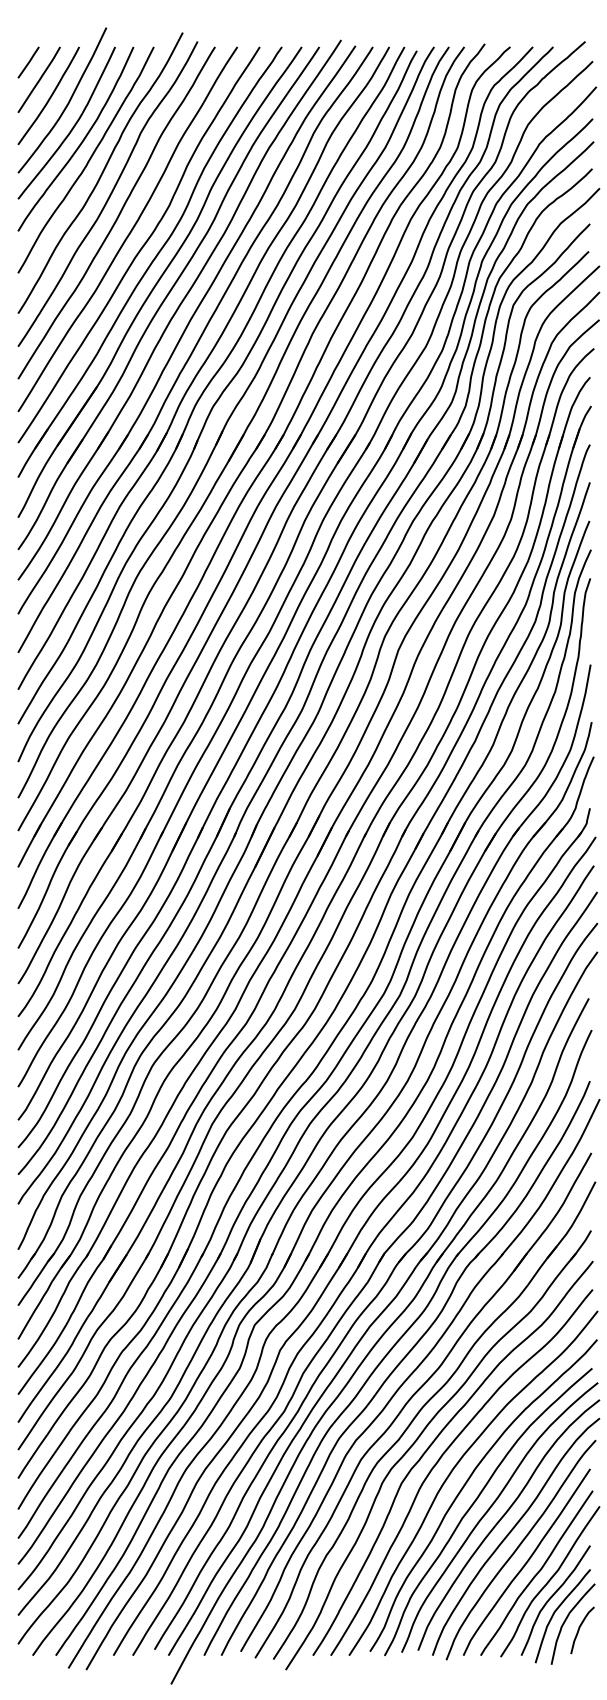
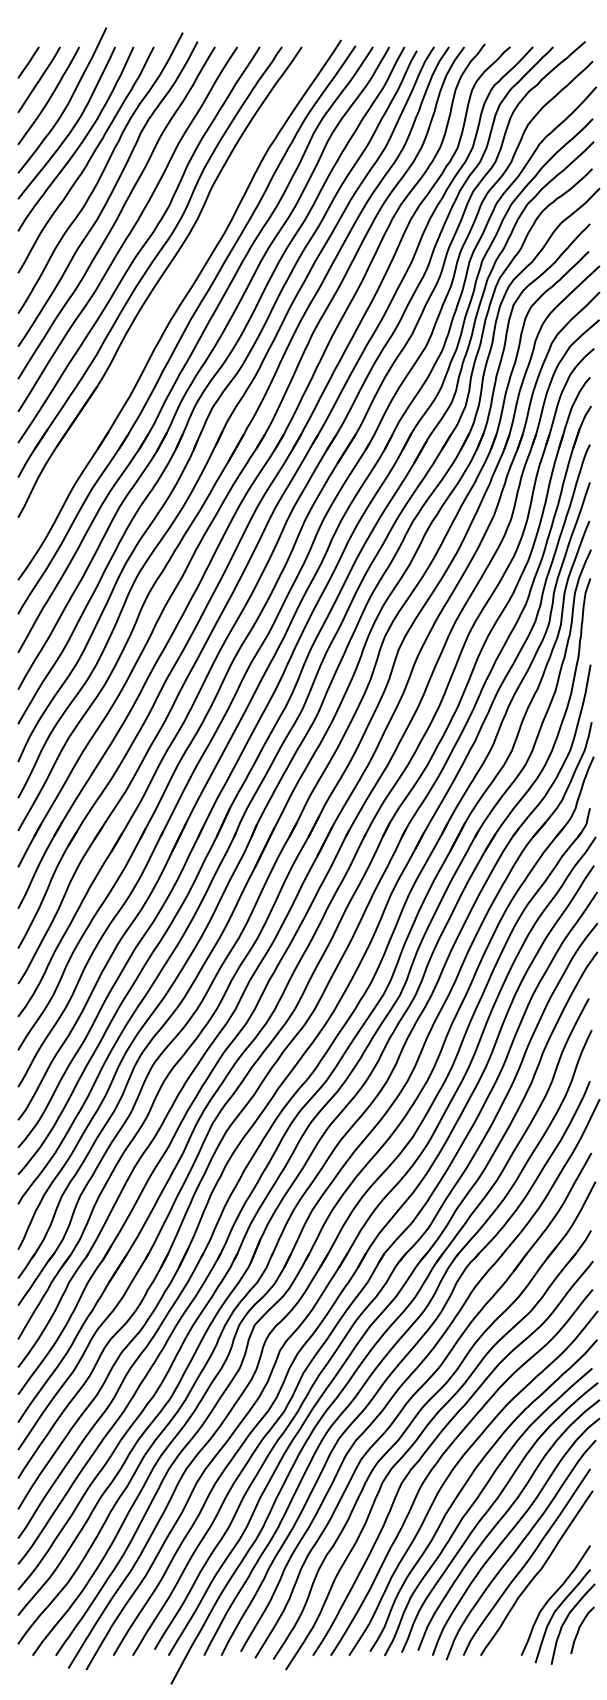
part at (168, 298): present -> none
curve at (550, 1580): present -> none
